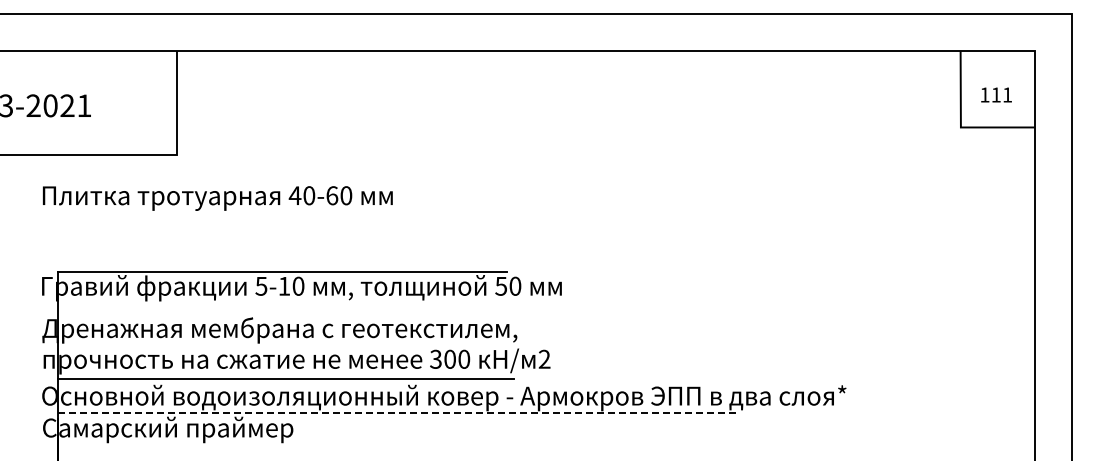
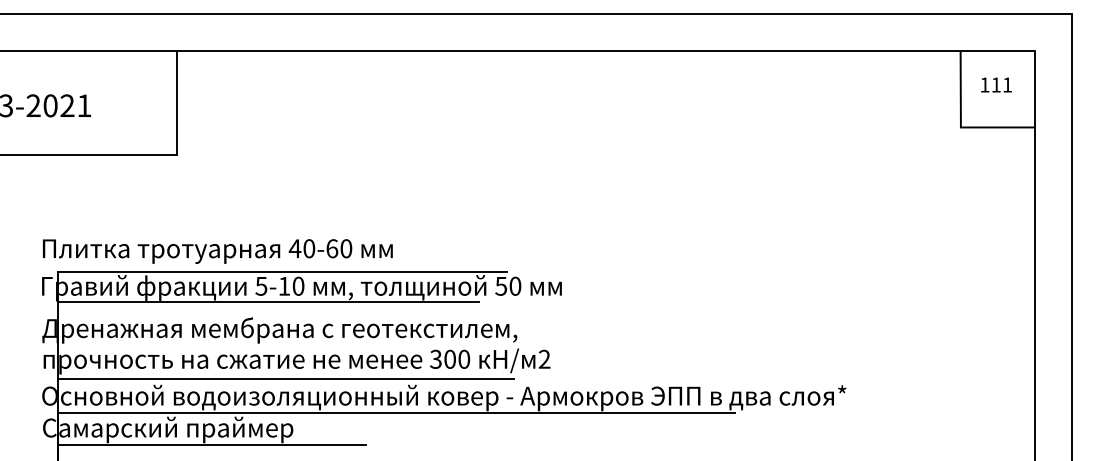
text at (996, 94) position: (996, 94) -> (996, 84)
text at (217, 198) position: (217, 198) -> (217, 251)
line at (268, 302): none -> present
line at (396, 413): dashed -> solid
line at (211, 445): none -> present
